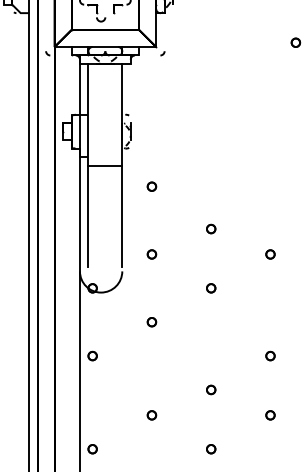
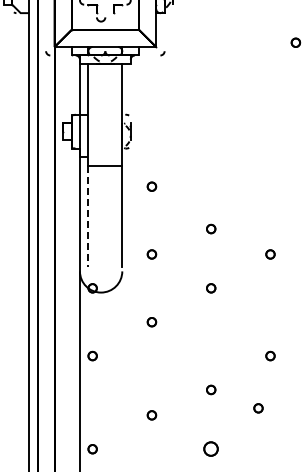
line at (88, 216): solid -> dashed
part at (270, 415) position: (270, 415) -> (258, 408)
part at (211, 449) size: 11x11 px -> 16x16 px
